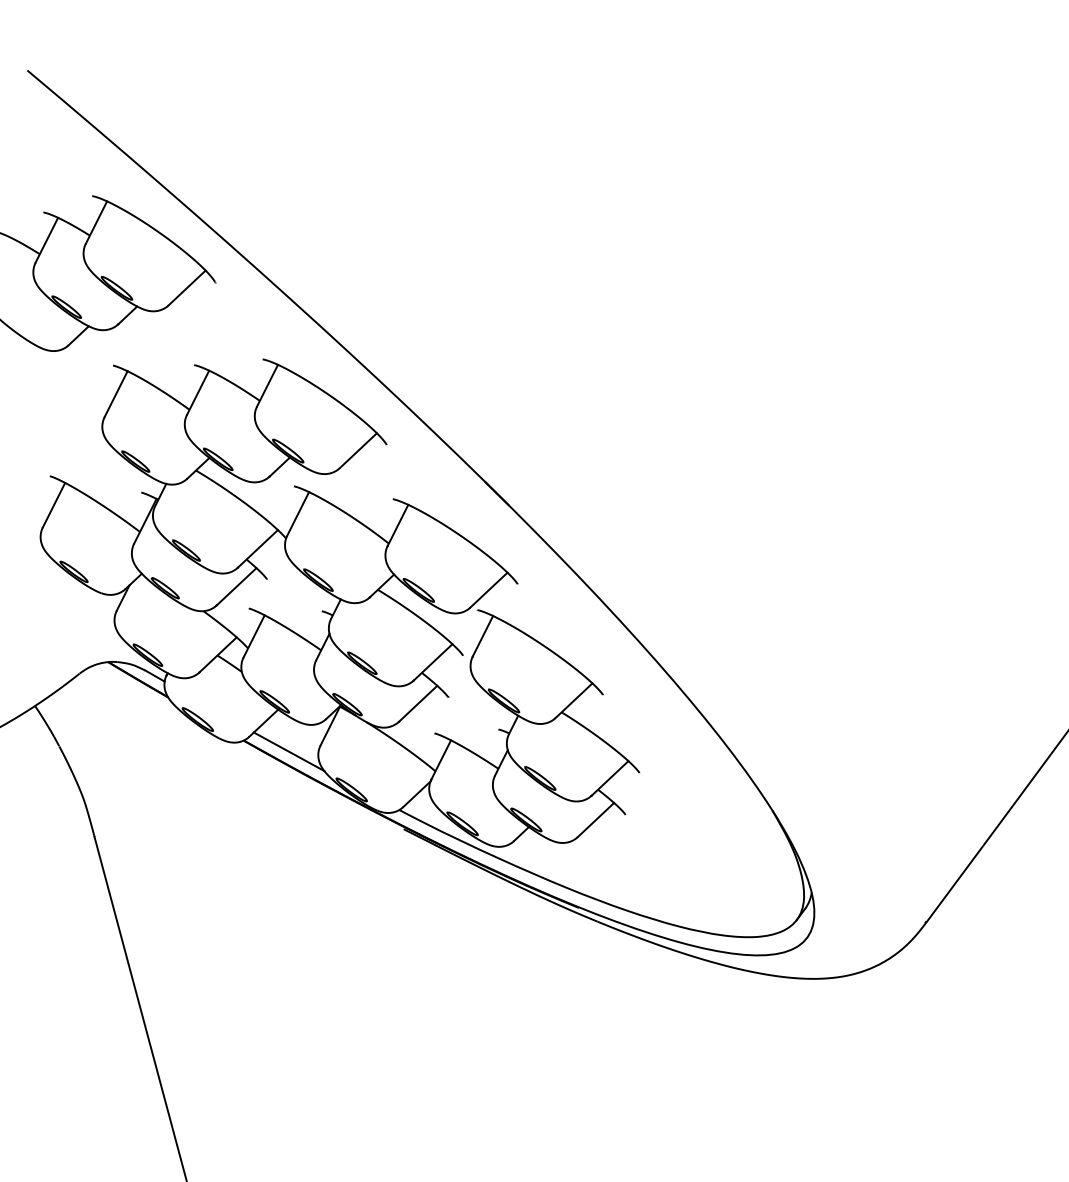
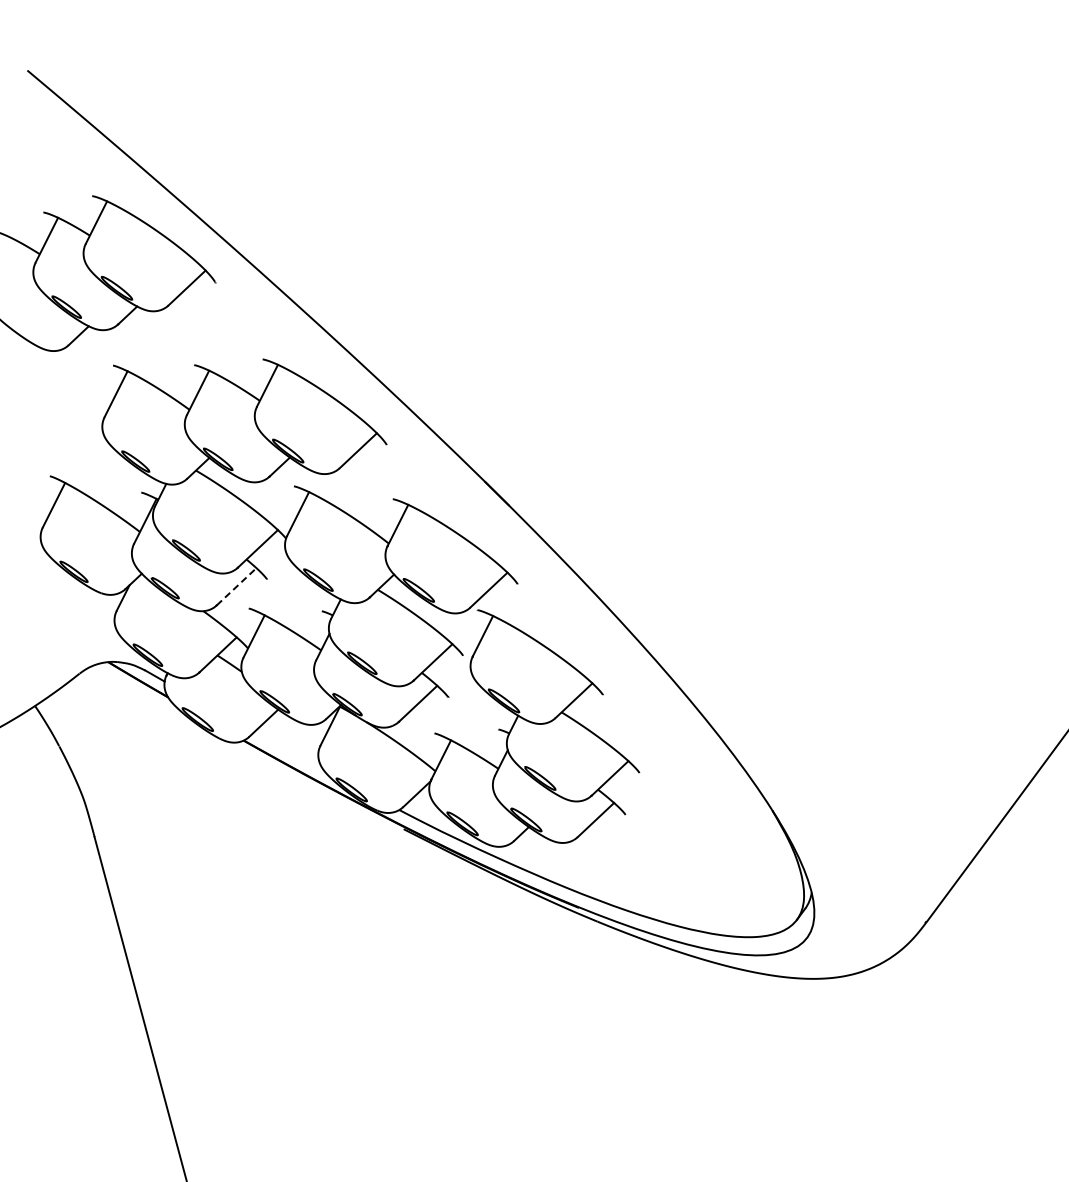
line at (237, 586): solid -> dashed
line at (288, 751): present -> none
